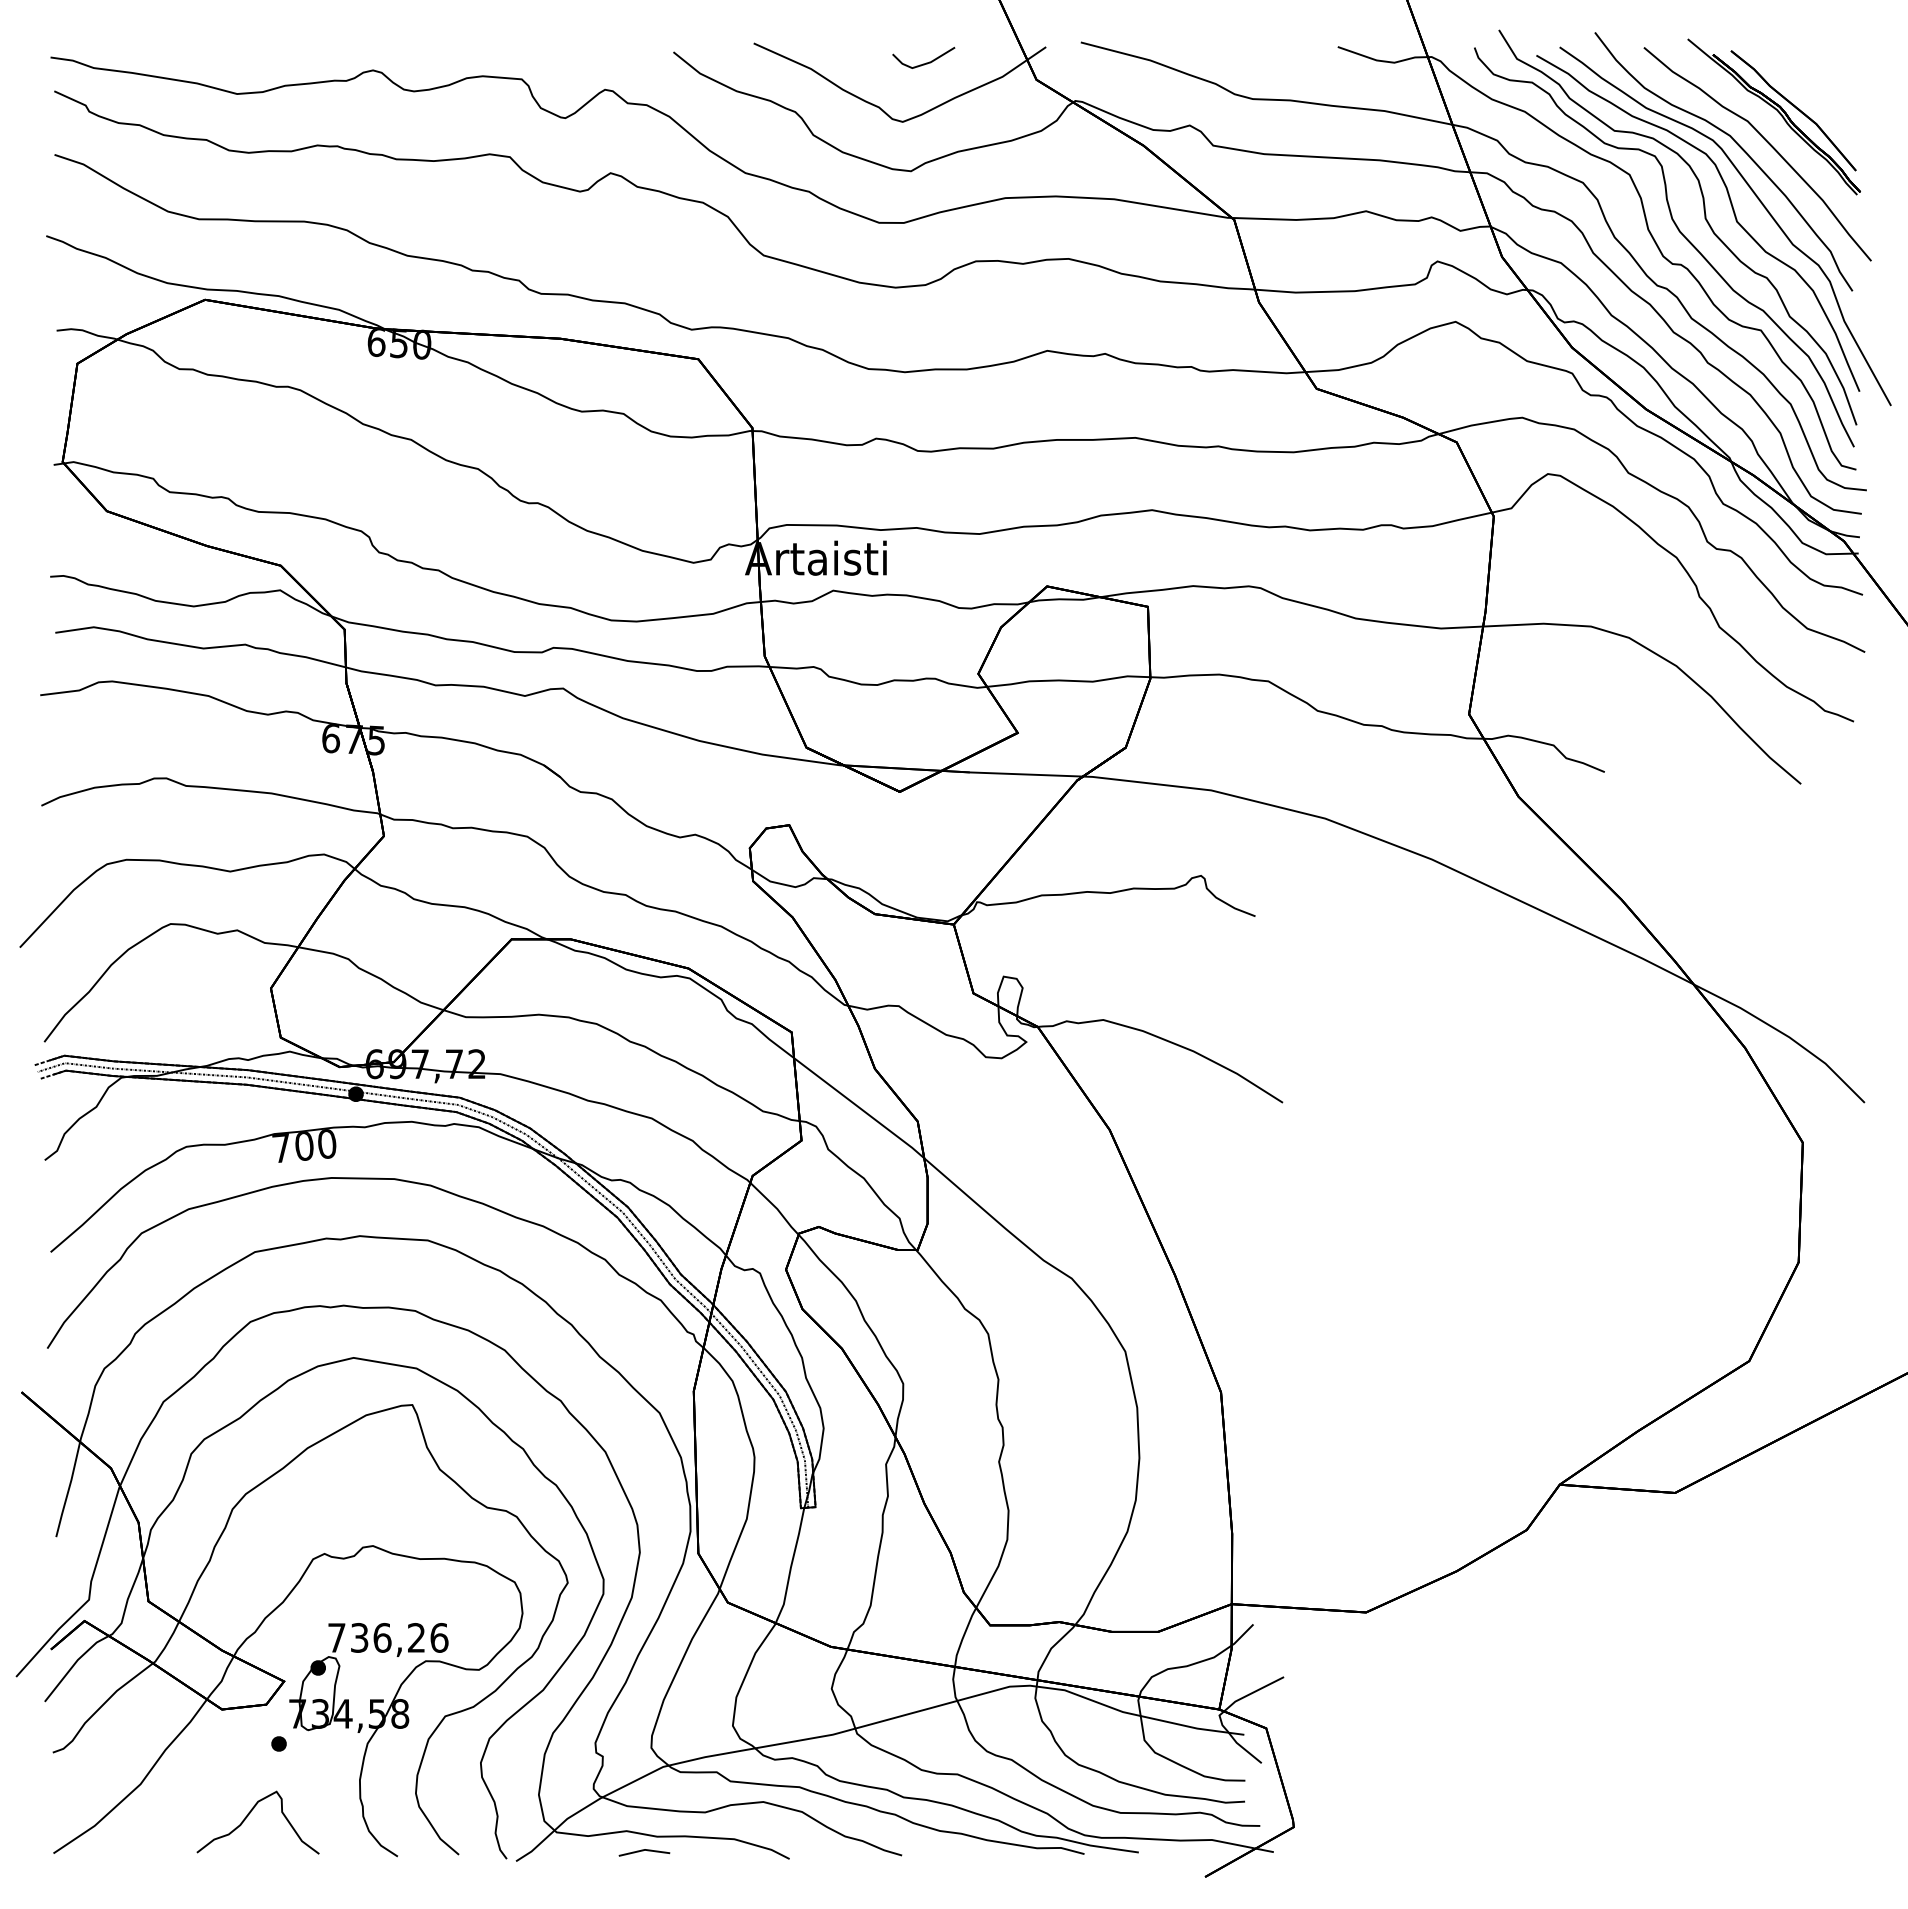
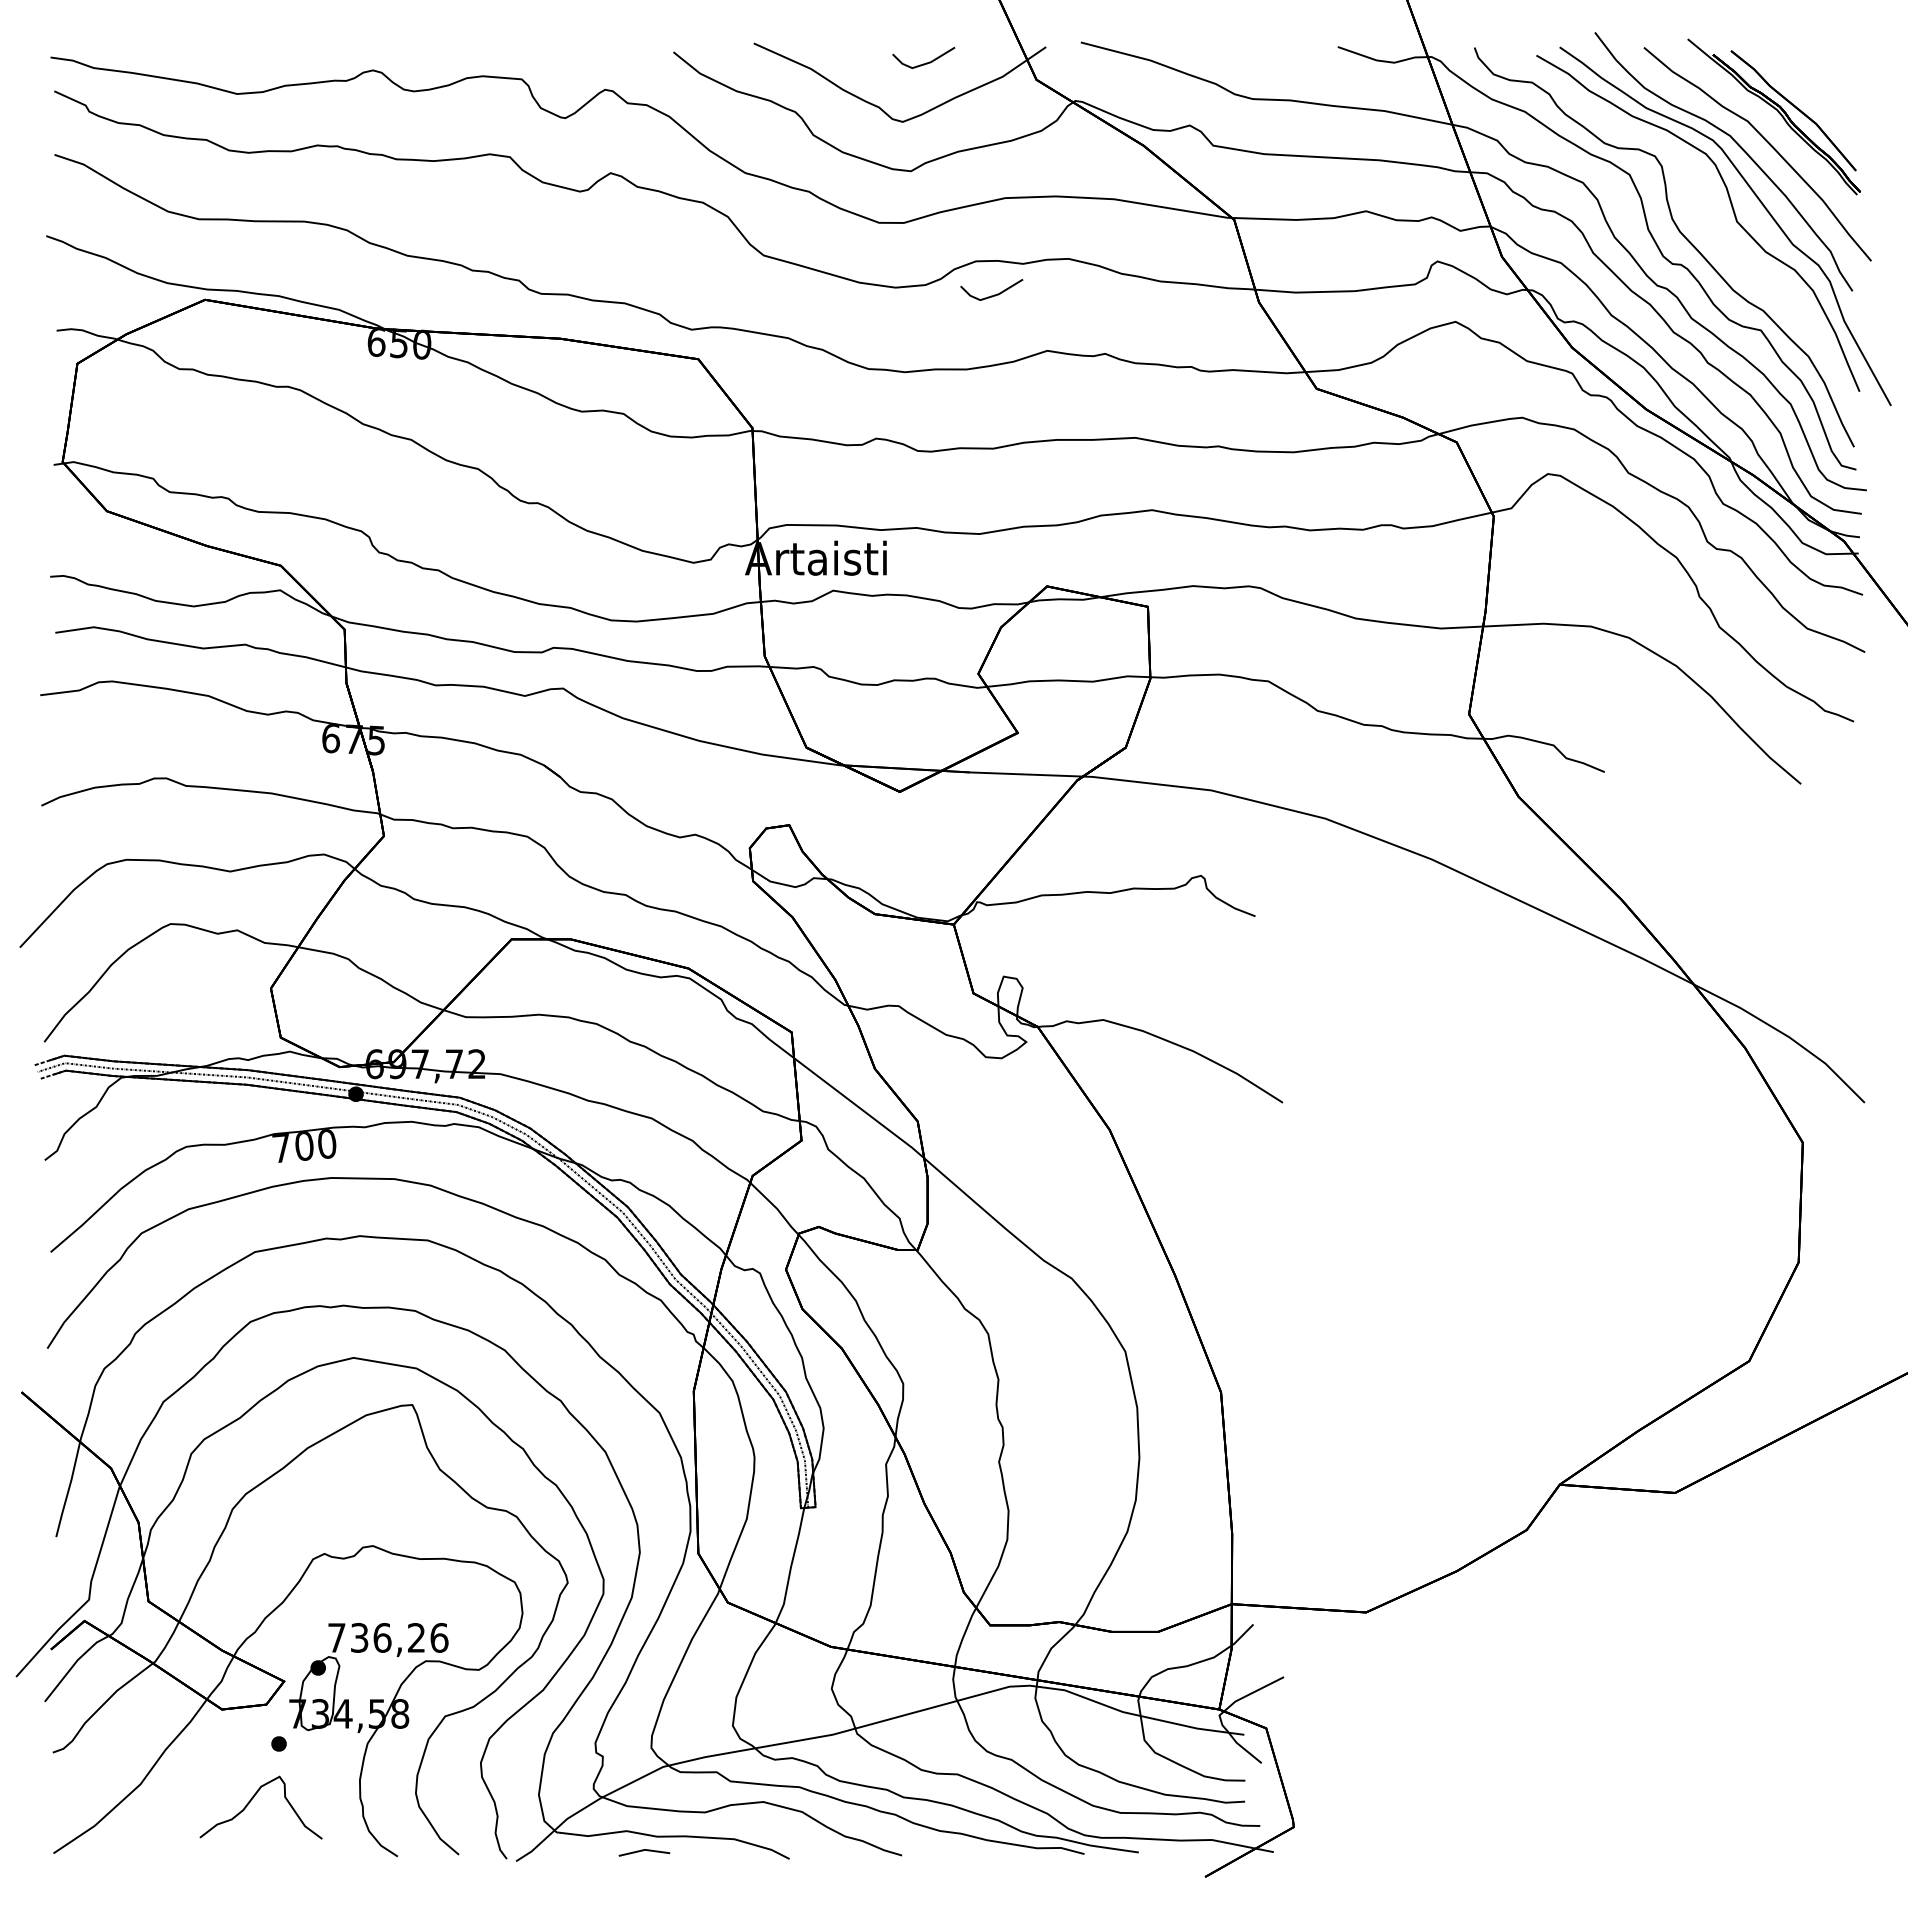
curve at (1704, 218): present -> none
line at (994, 294): none -> present
part at (248, 1816) position: (248, 1816) -> (251, 1801)
